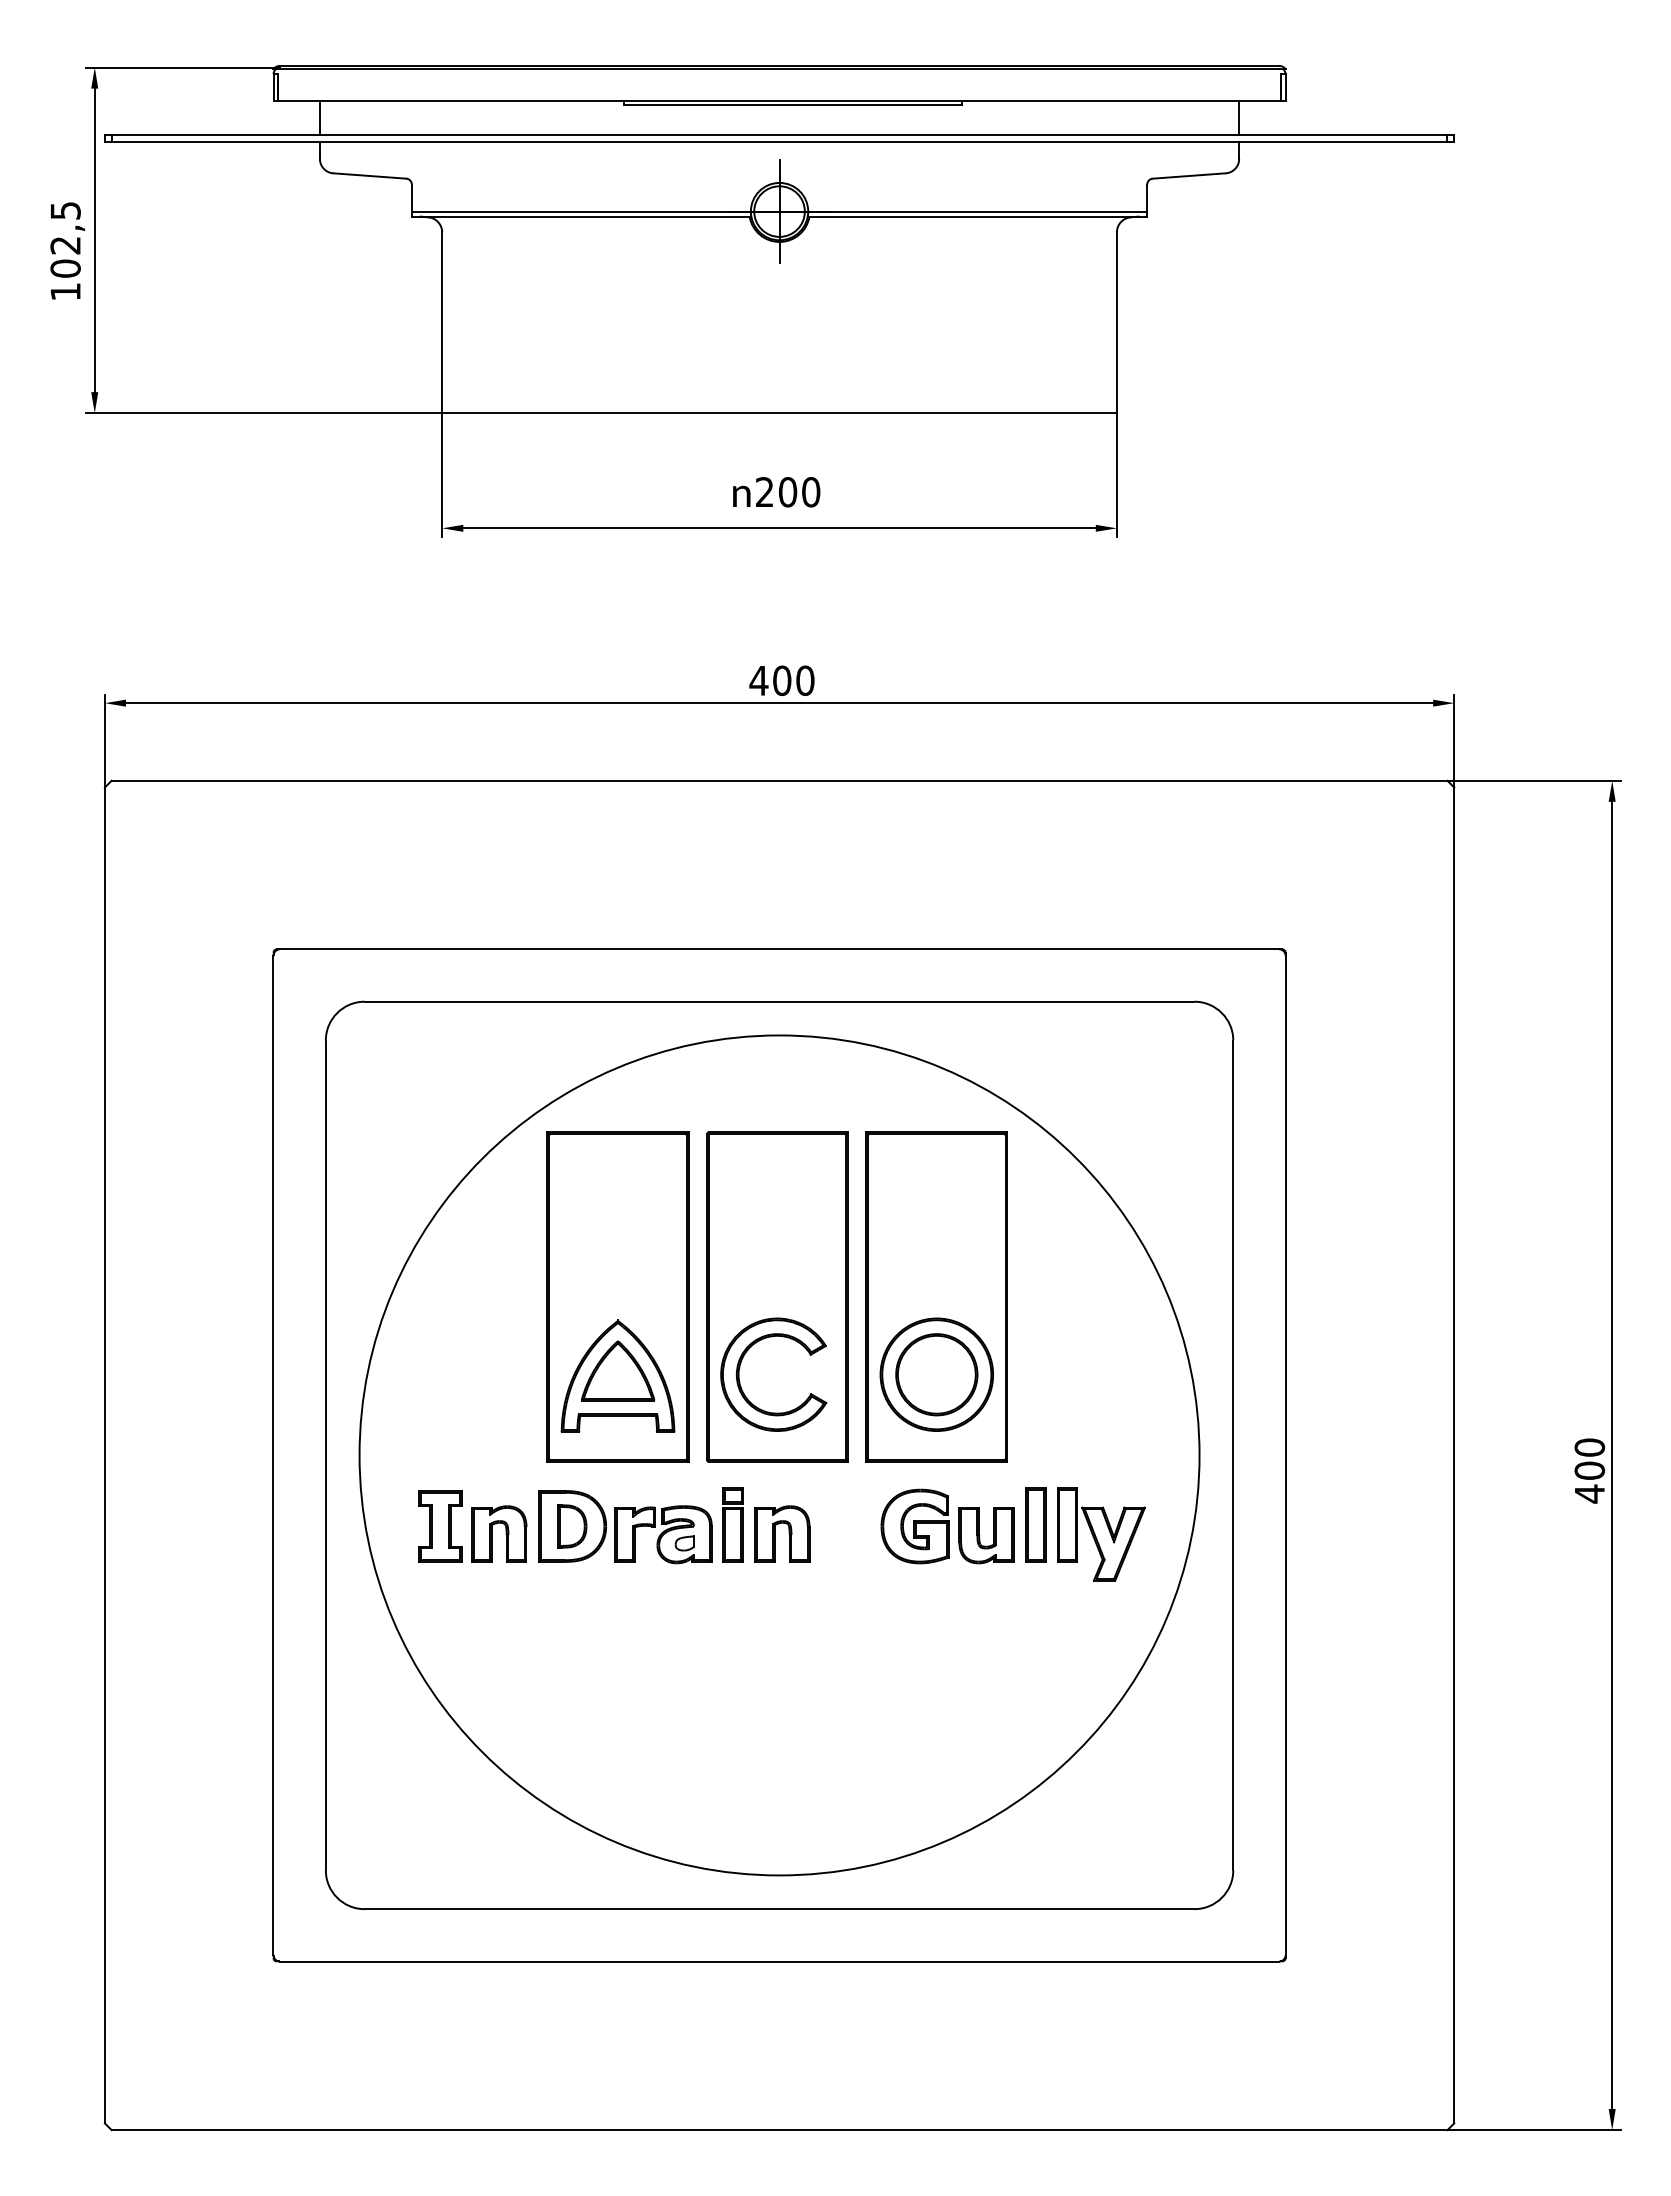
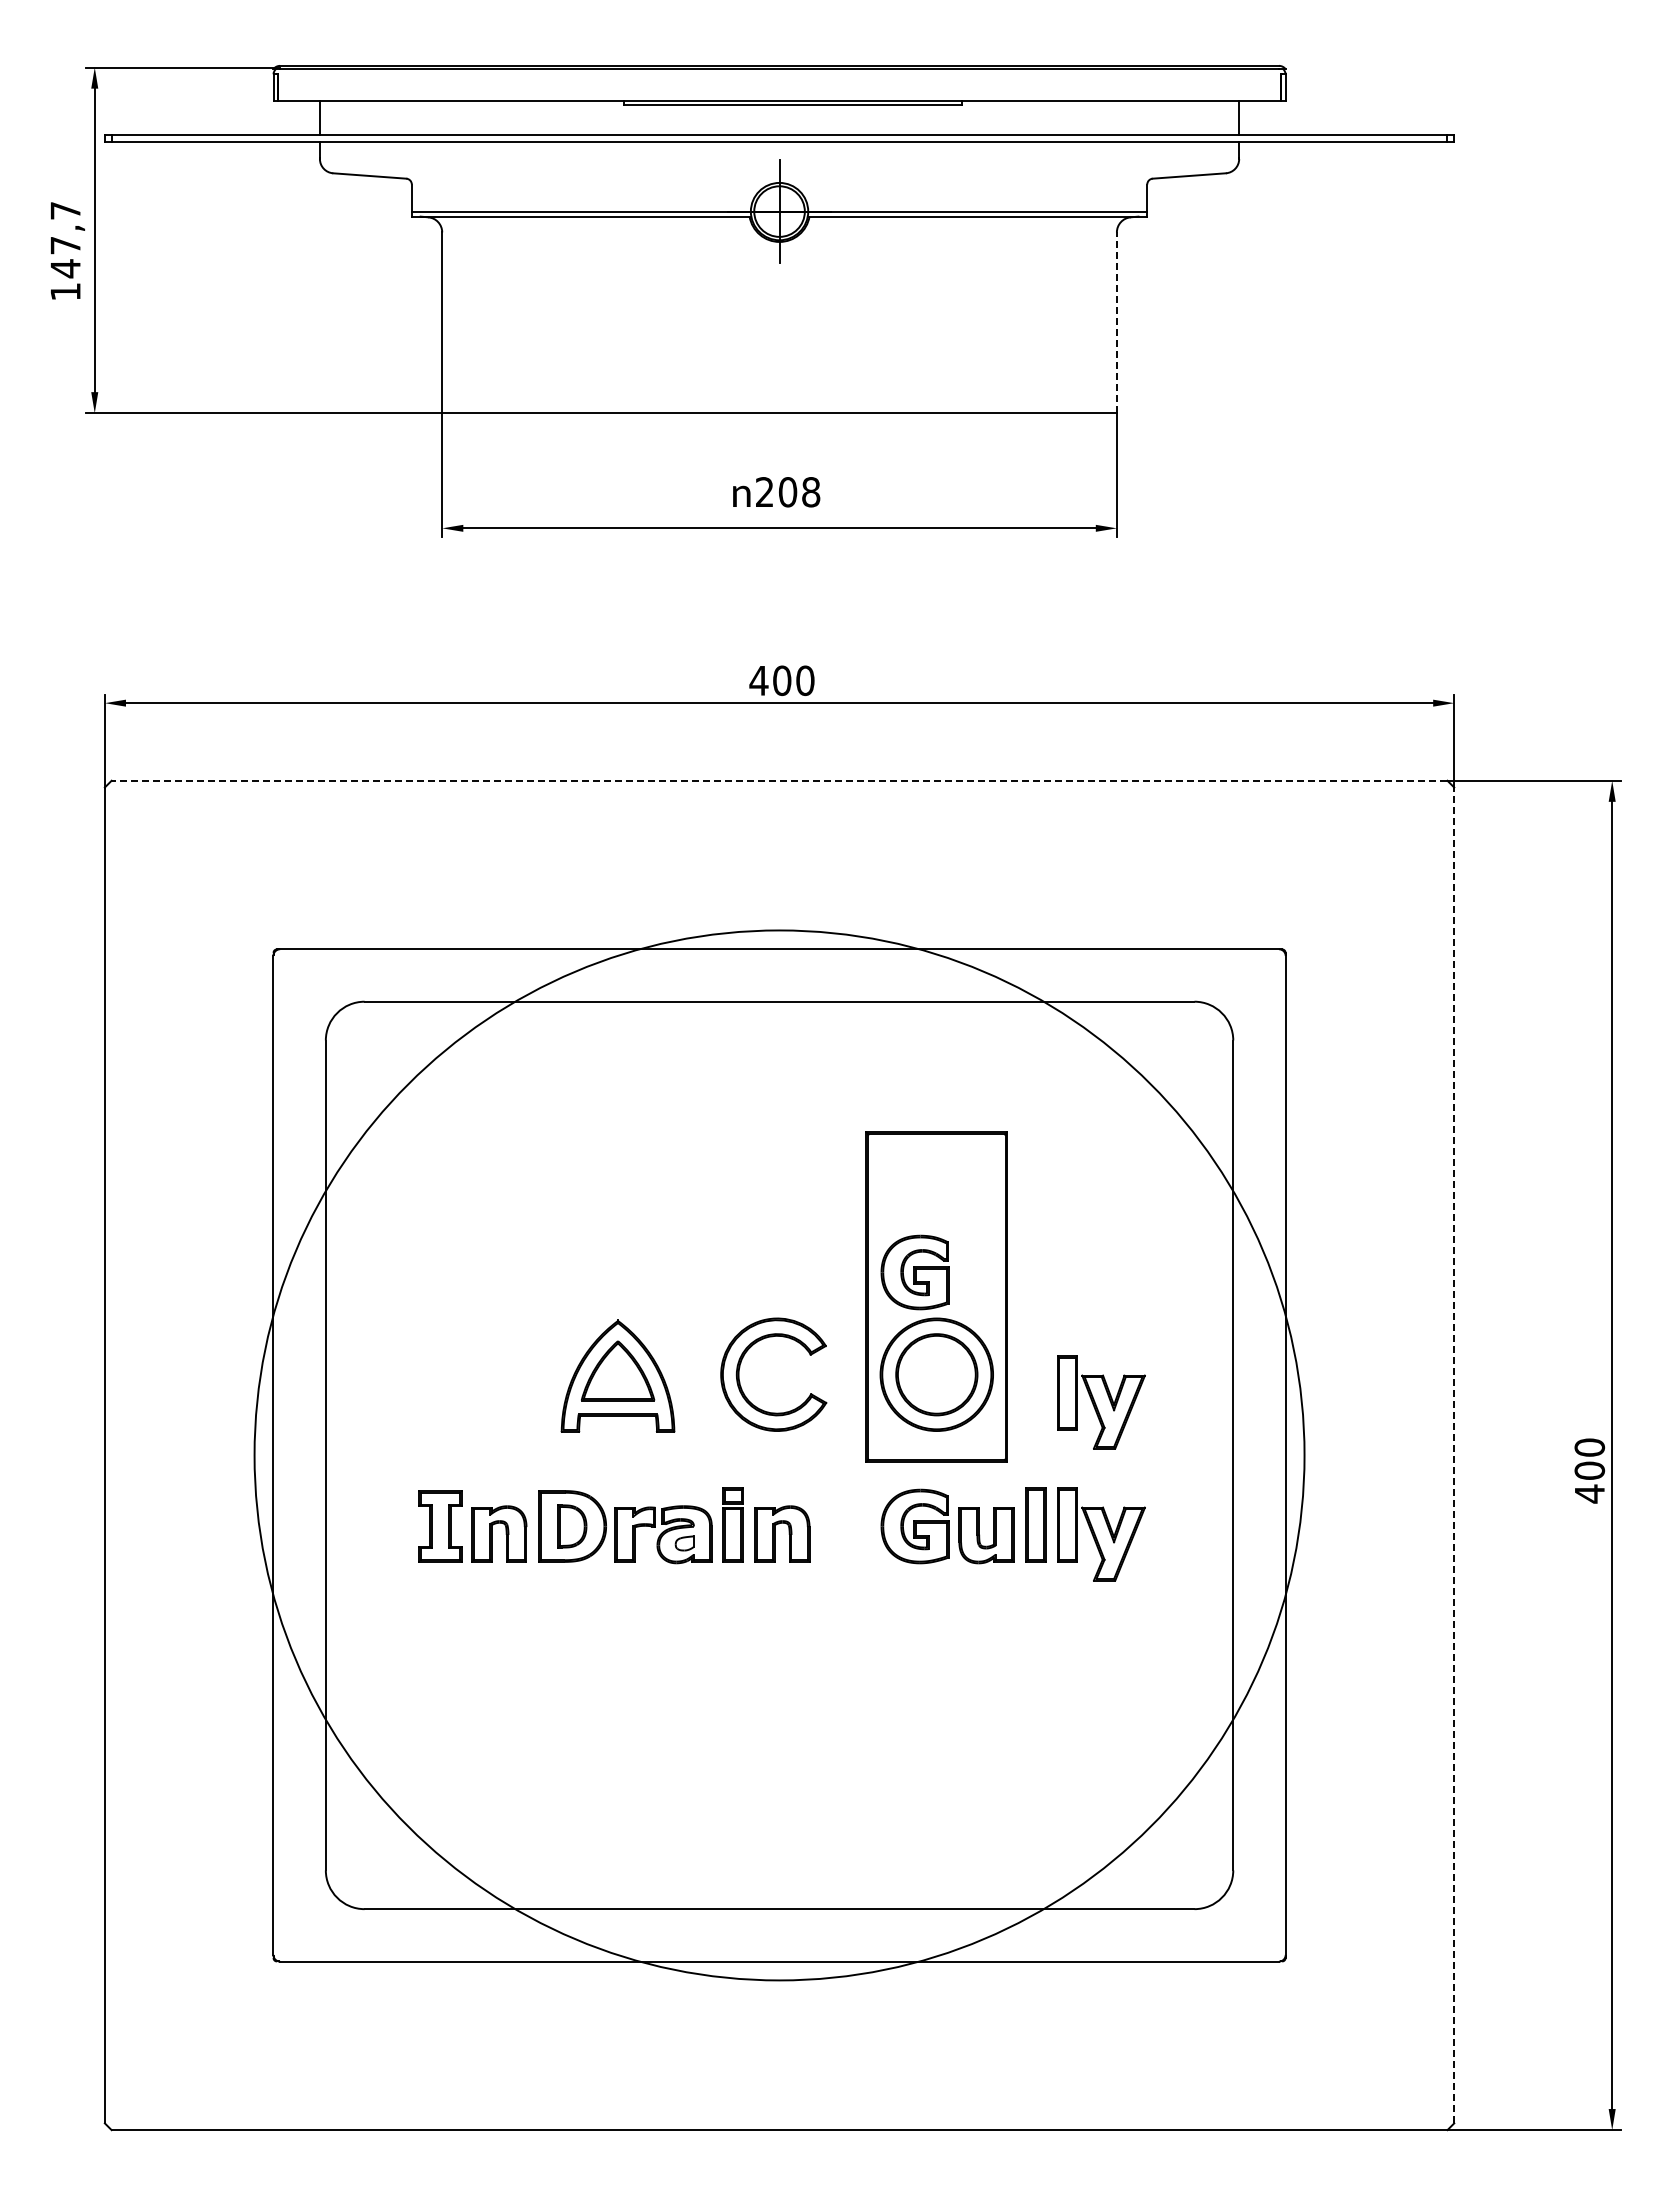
text at (65, 240): 102,5 -> 147,7
line at (1116, 322): solid -> dashed
text at (811, 492): 200 -> 208
line at (779, 780): solid -> dashed
part at (914, 1272): none -> present
part at (617, 1296): present -> none
part at (777, 1296): present -> none
part at (1101, 1402): none -> present
circle at (779, 1455) diameter: 840 px -> 1050 px
line at (1454, 1455): solid -> dashed
